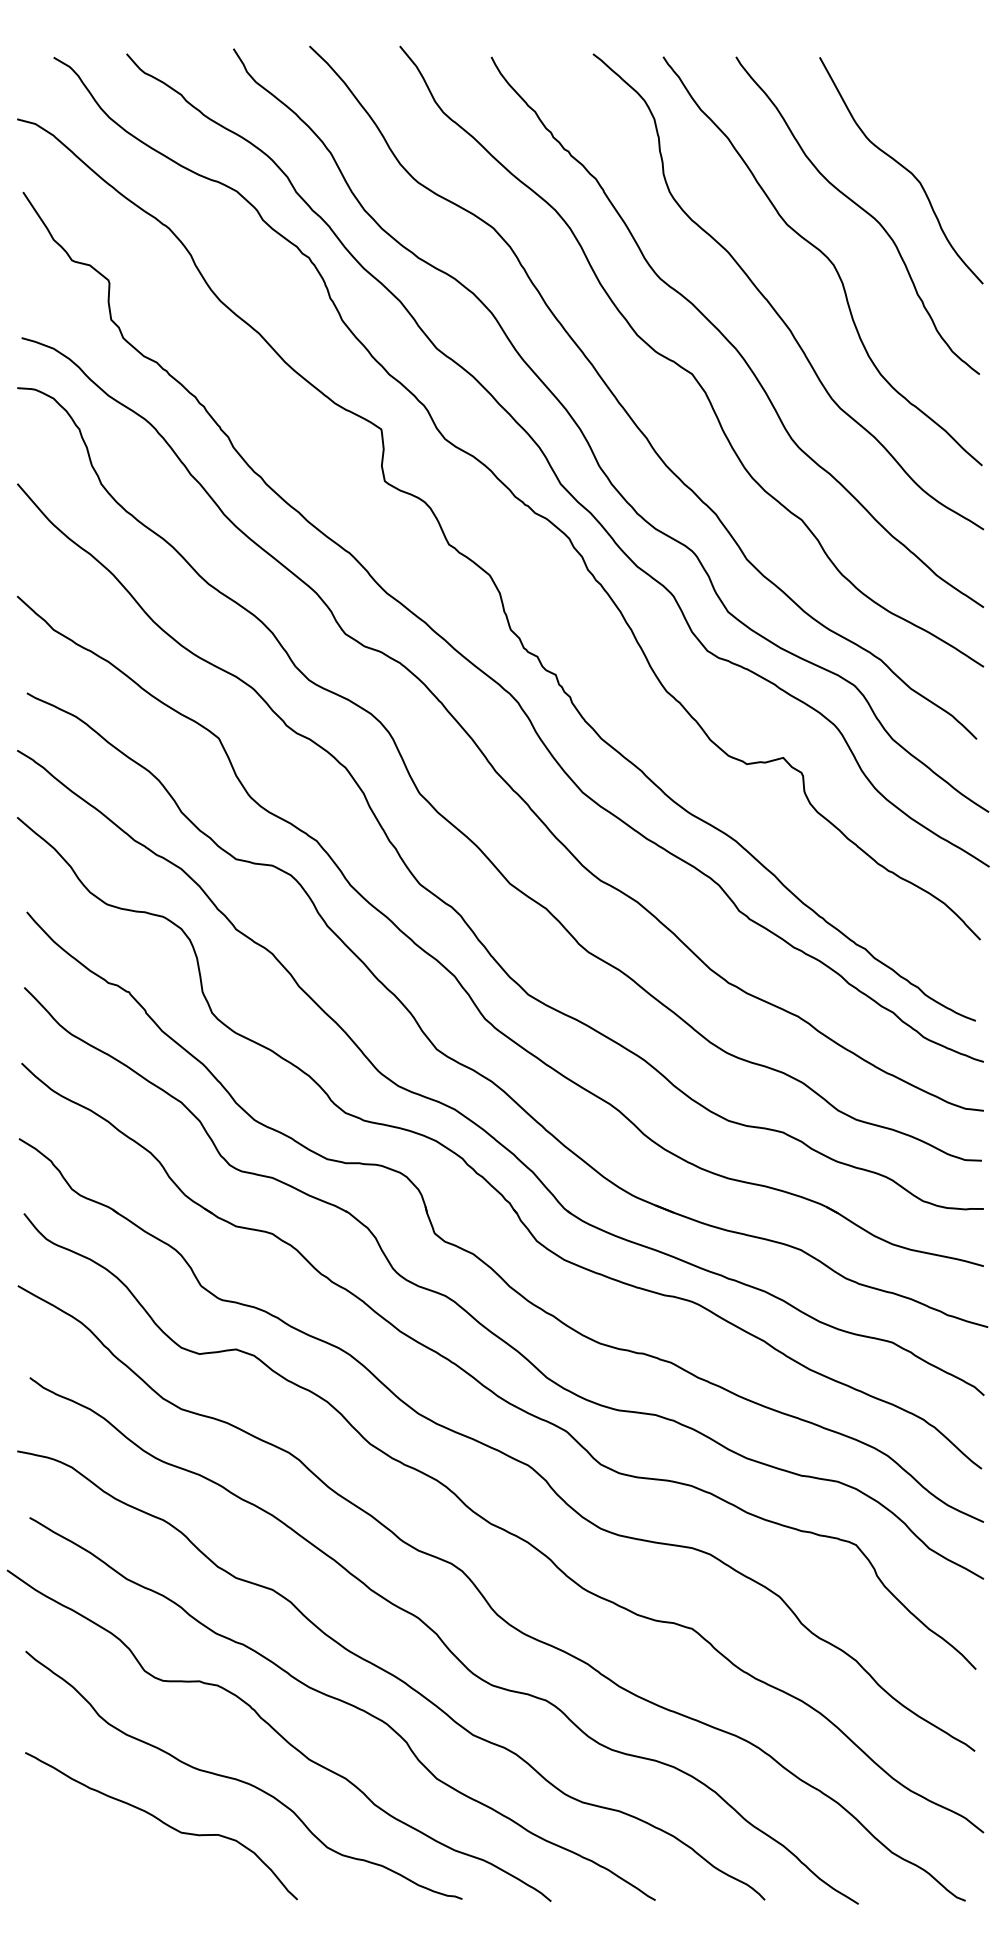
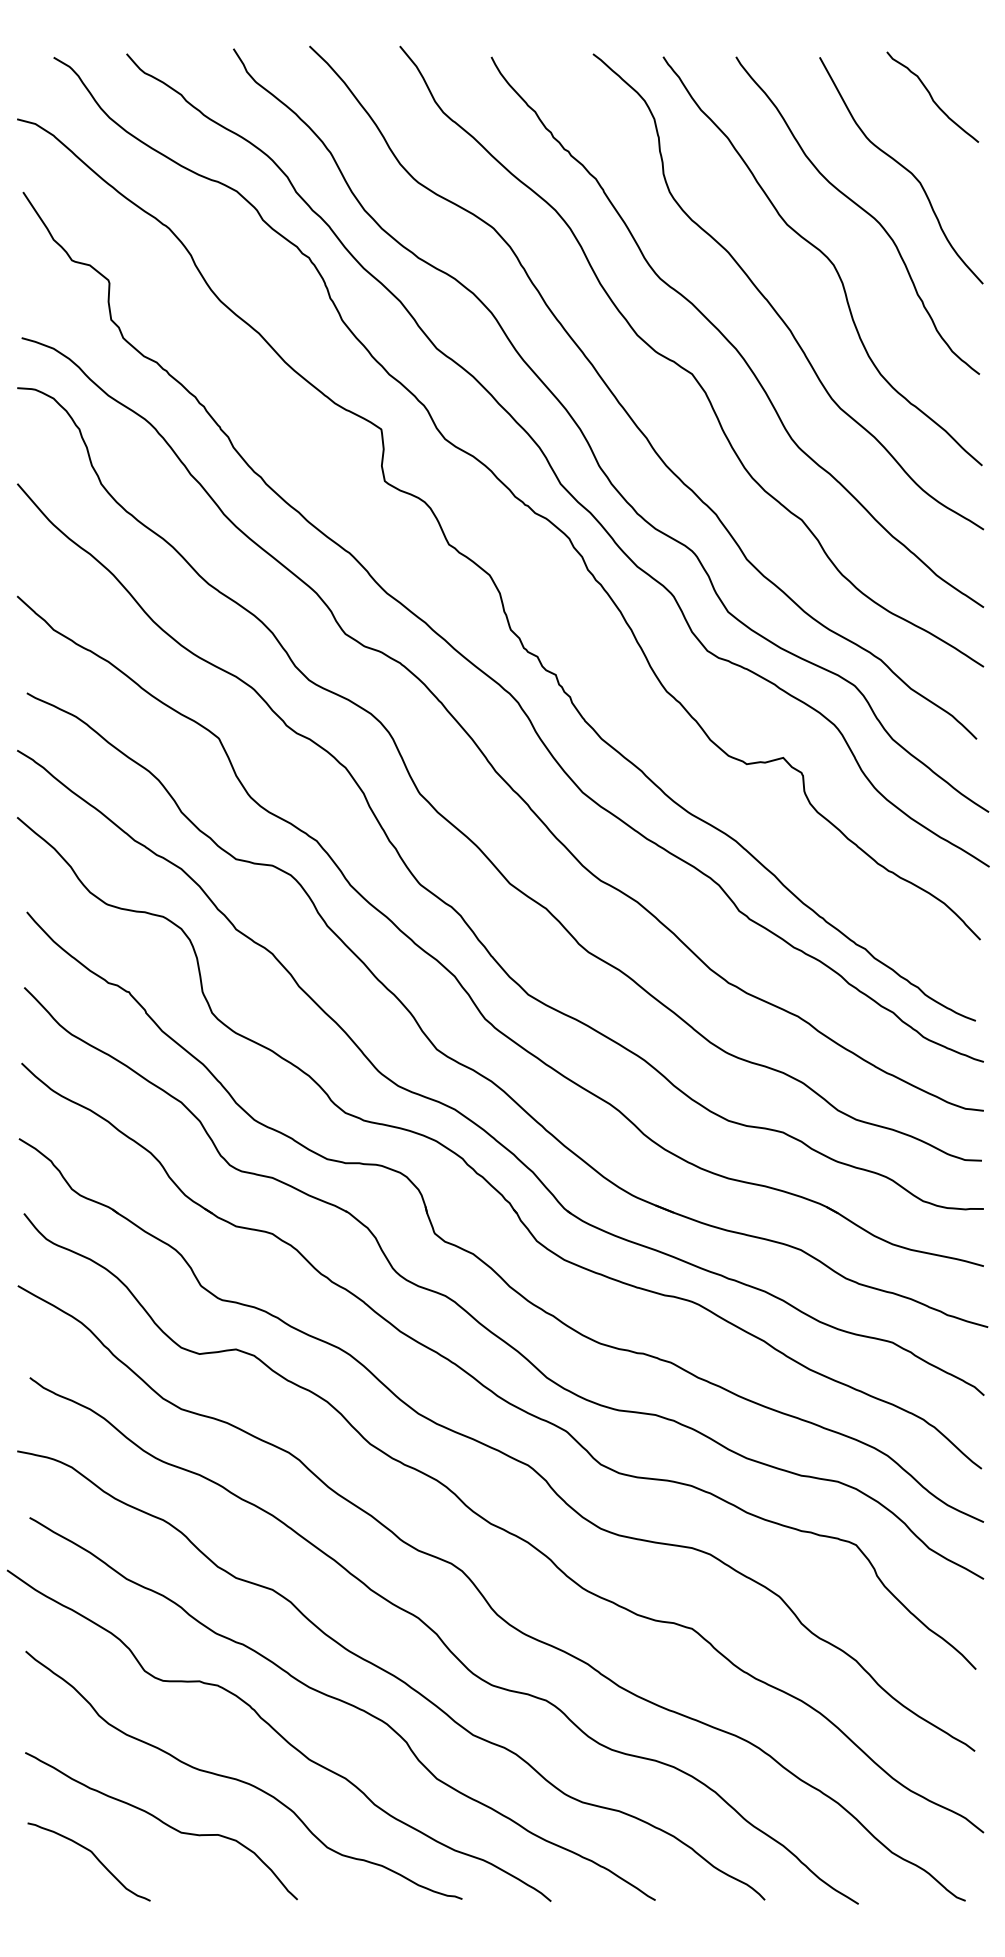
curve at (932, 96): none -> present
curve at (93, 1855): none -> present
